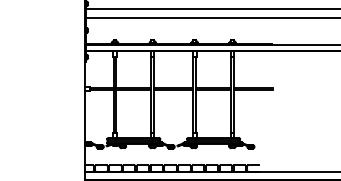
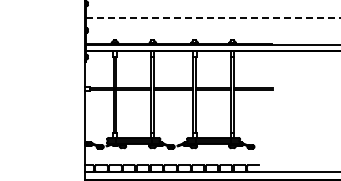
line at (211, 9): present -> none
line at (213, 17): solid -> dashed
